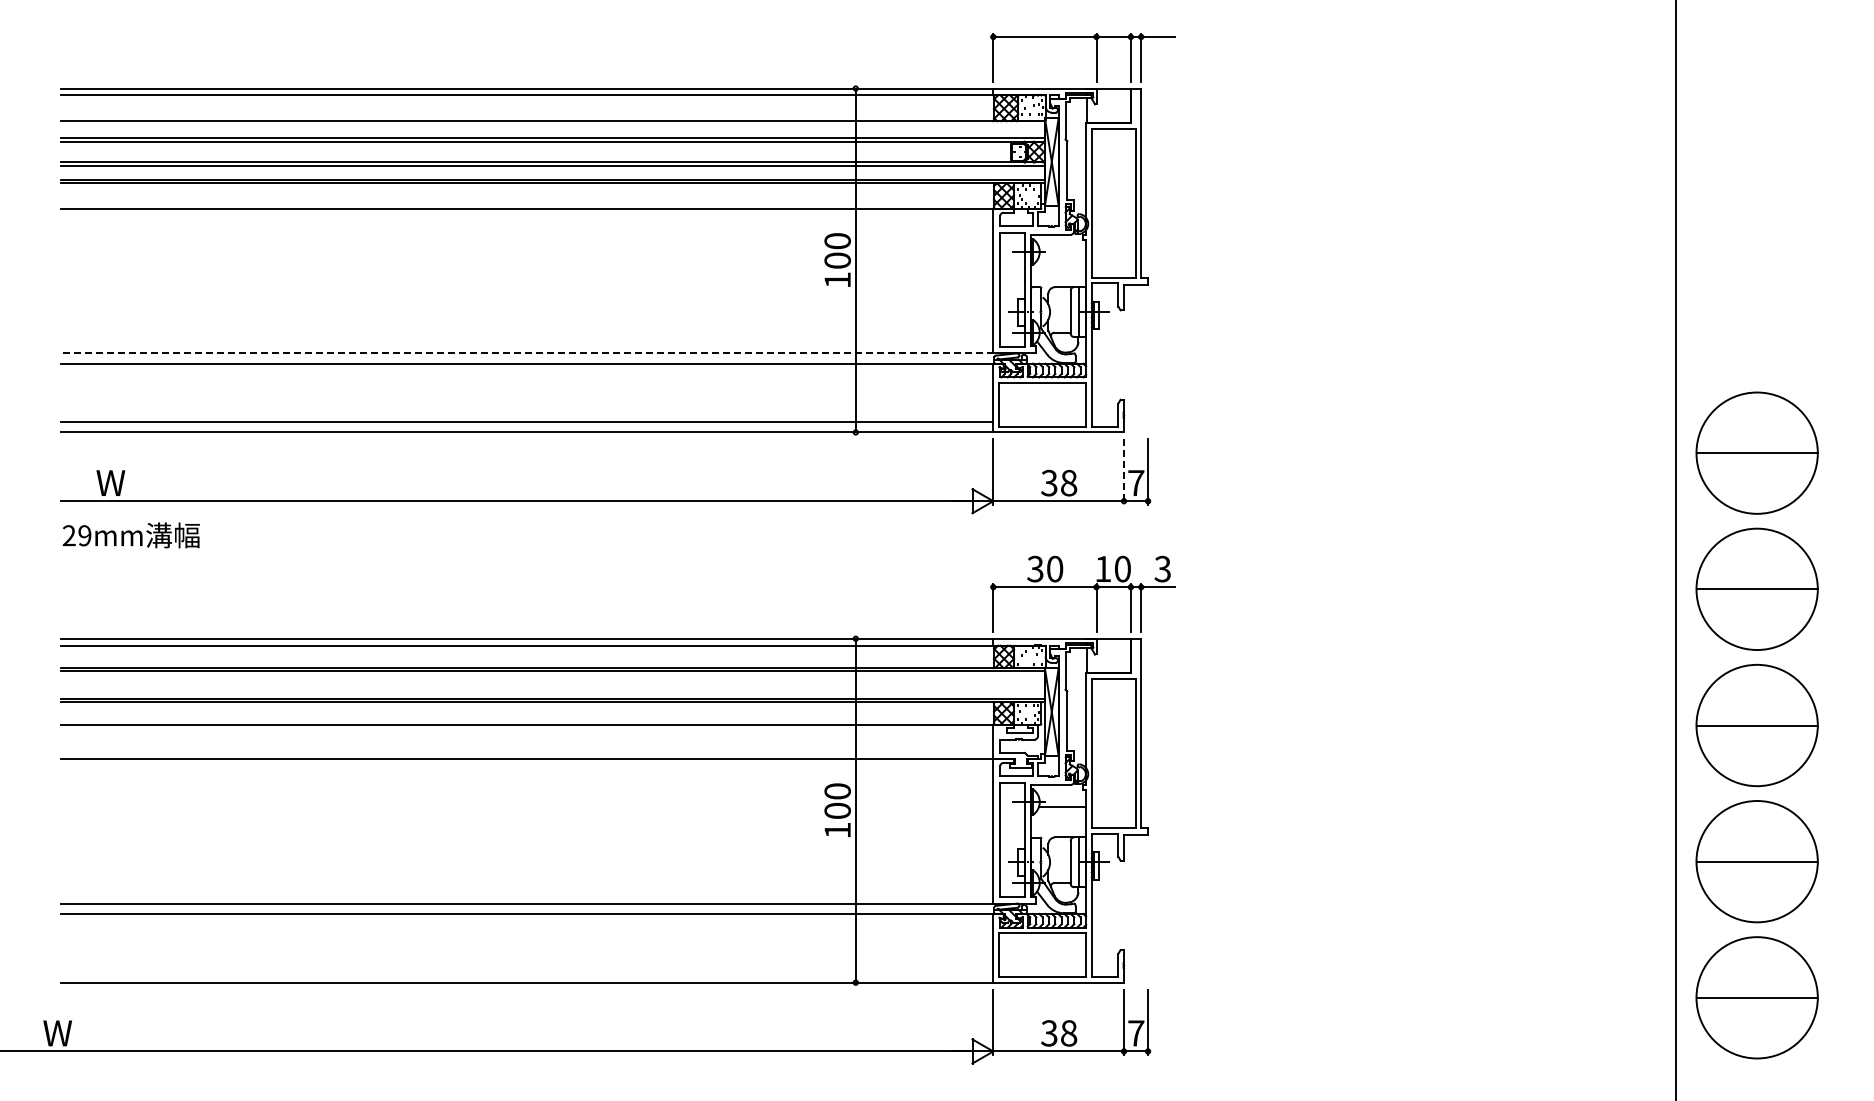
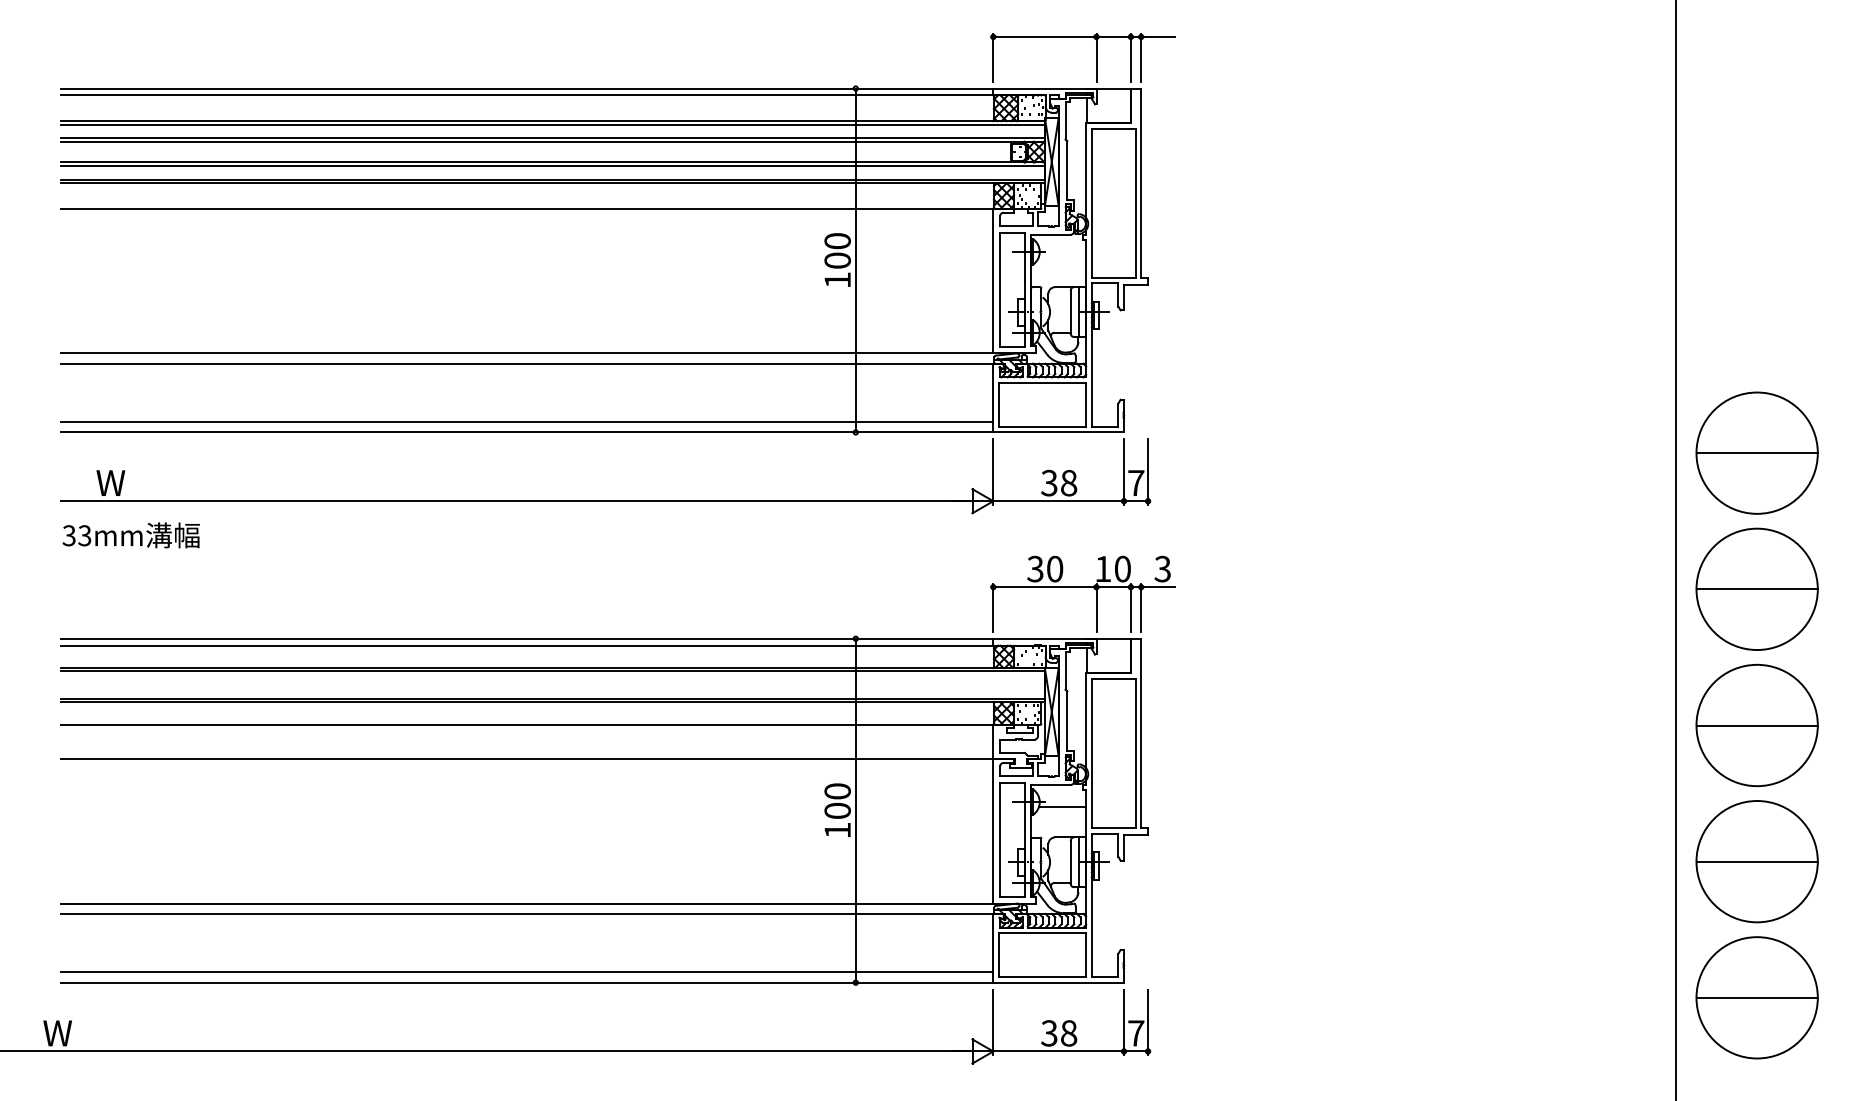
line at (552, 124): none -> present
line at (527, 353): dashed -> solid
line at (1124, 472): dashed -> solid
text at (76, 535): 29mm -> 33mm
line at (527, 972): none -> present
